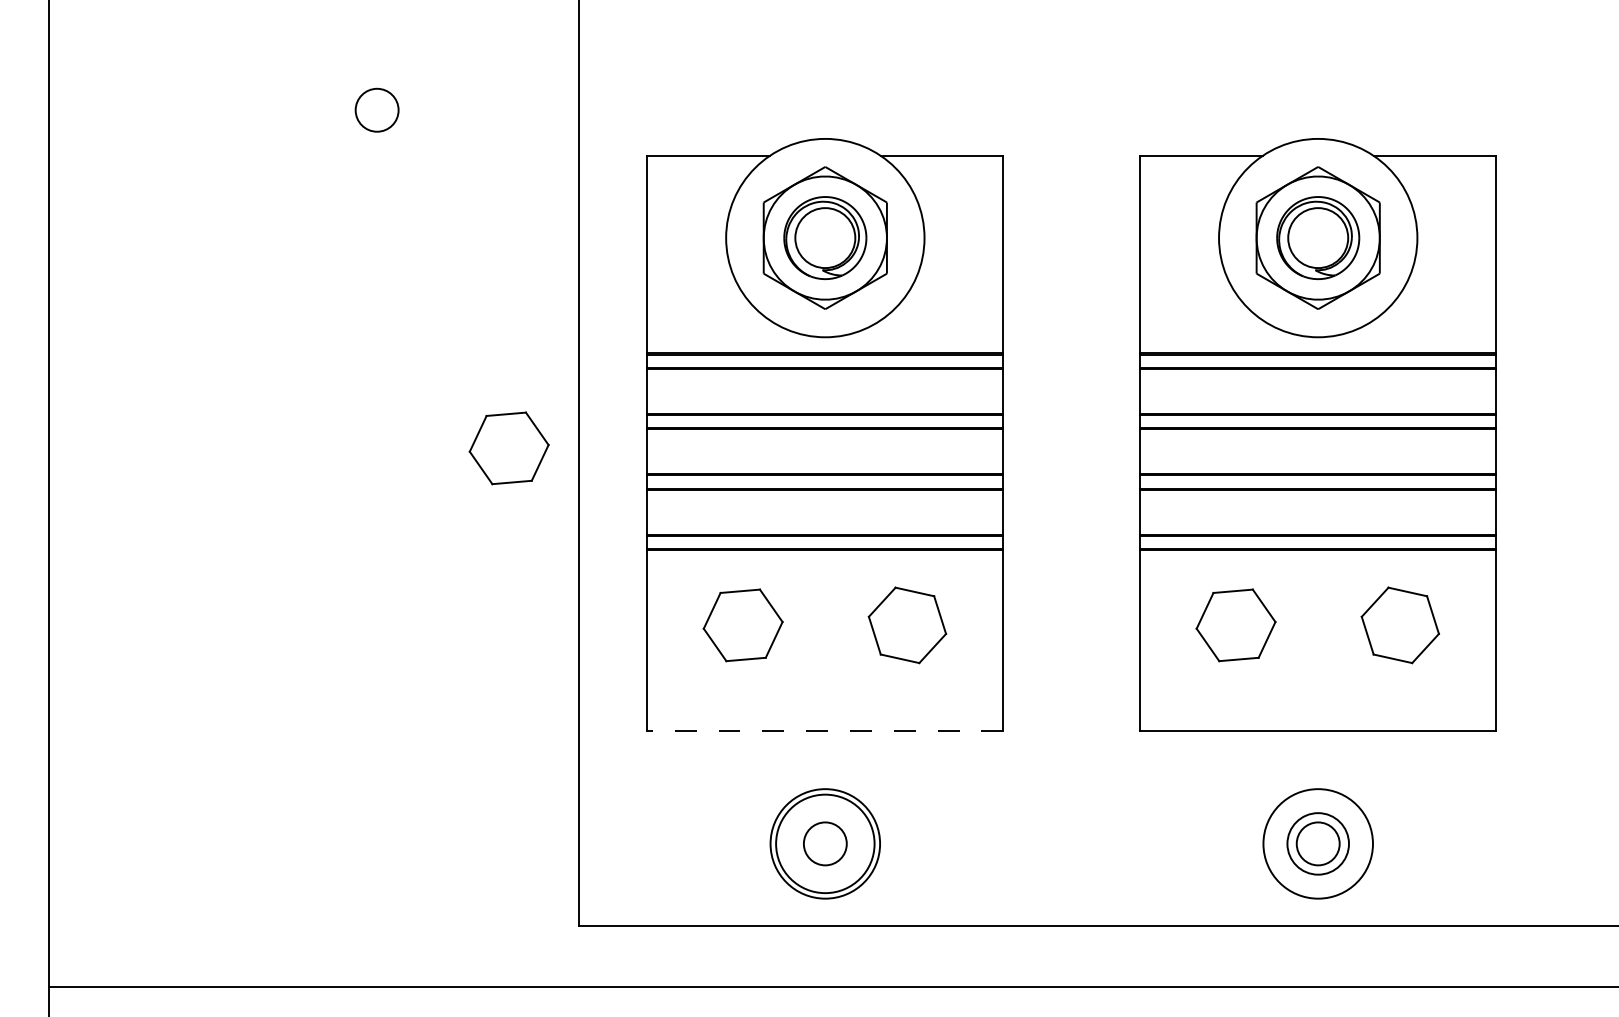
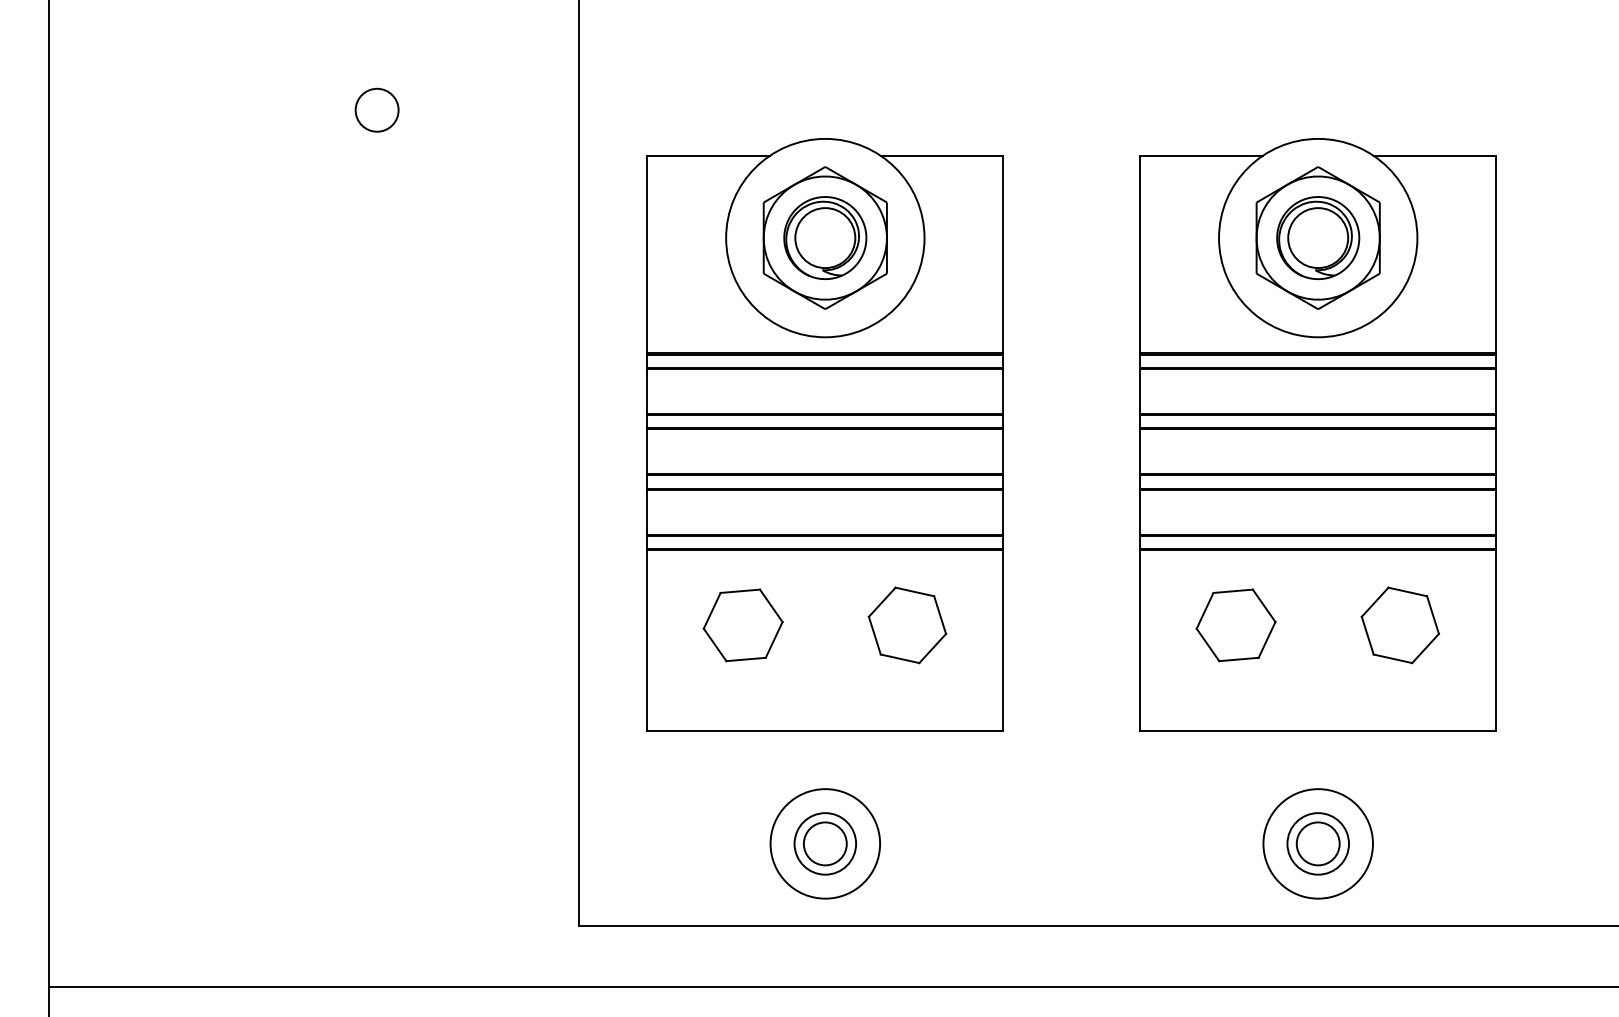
part at (508, 448): present -> none
line at (825, 730): dashed -> solid
circle at (825, 843) diameter: 98 px -> 62 px
